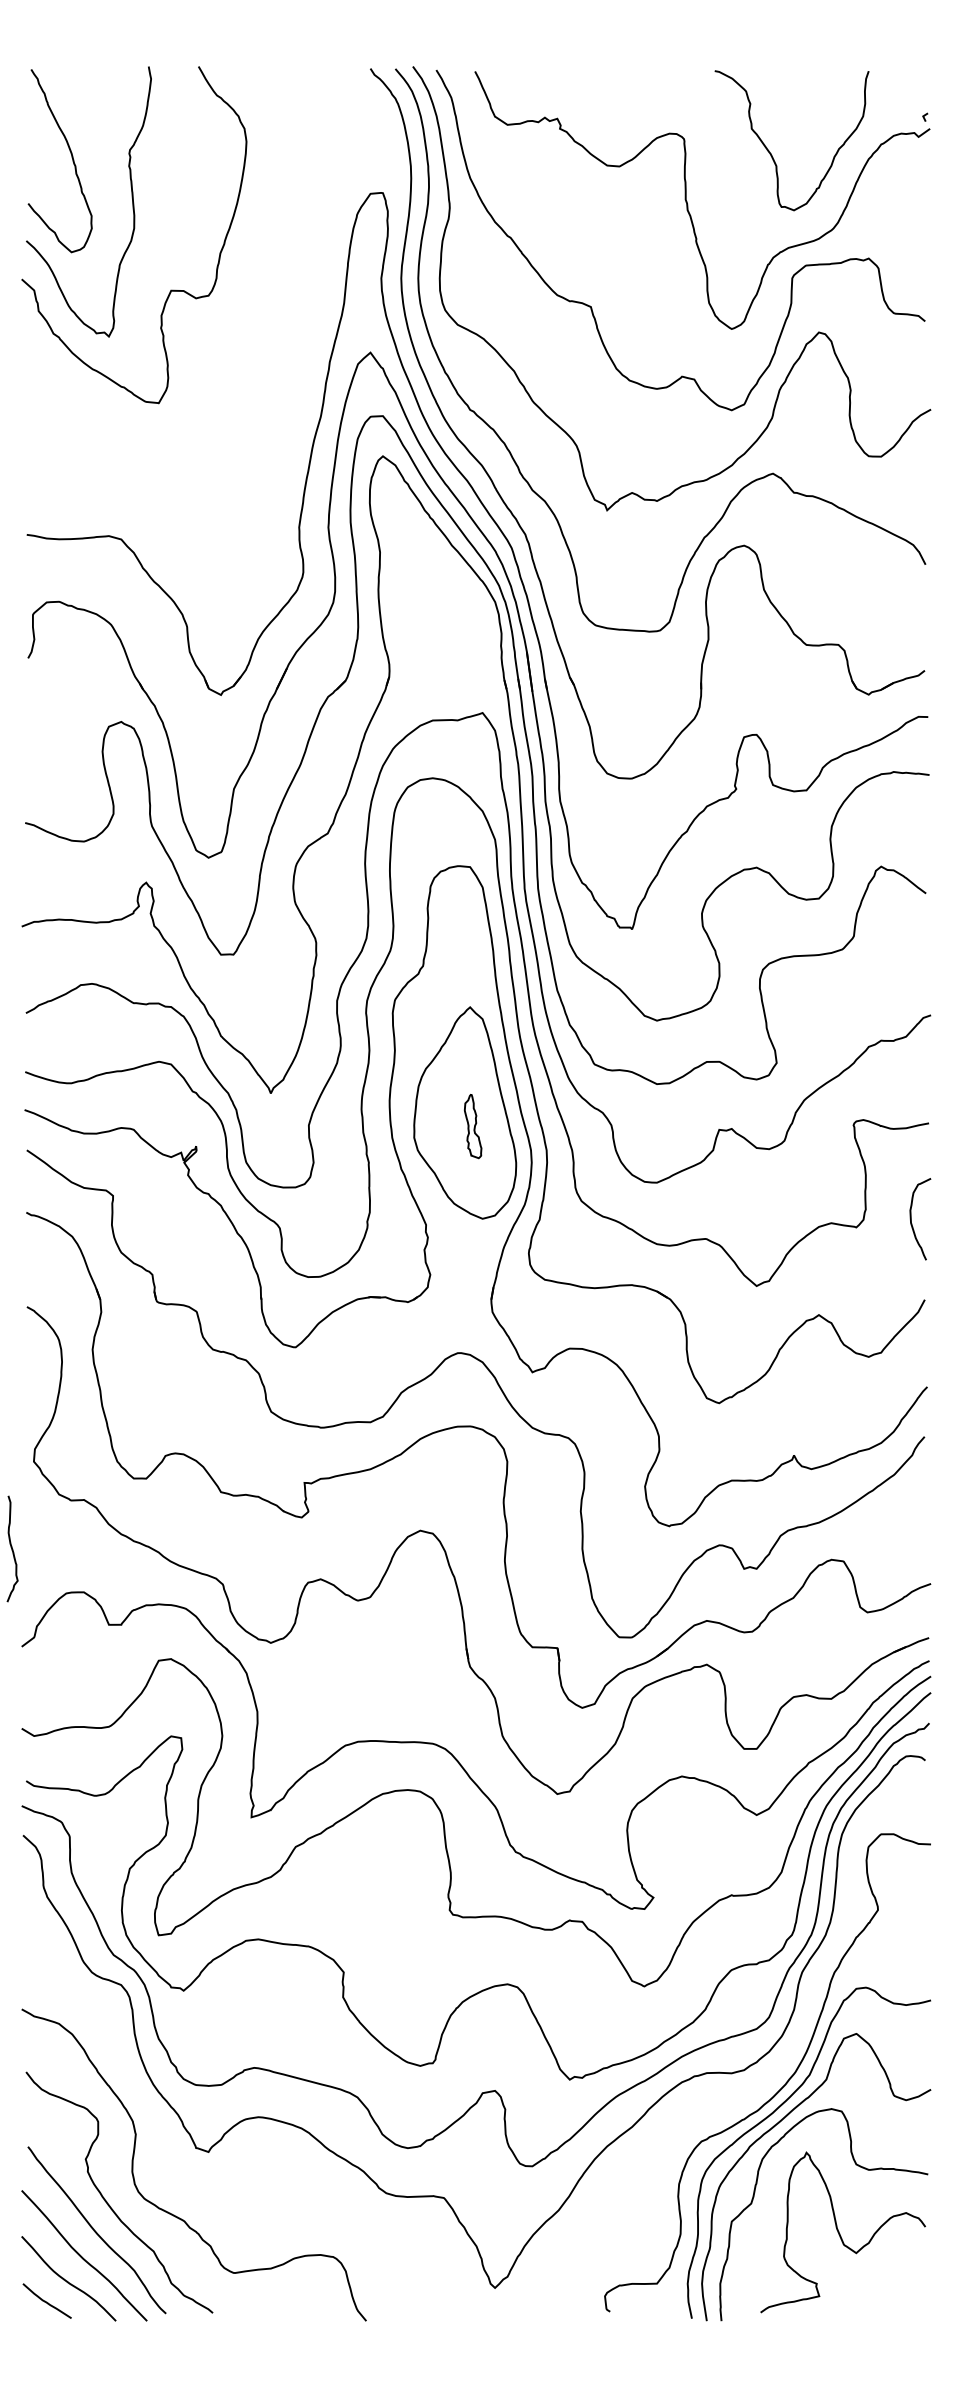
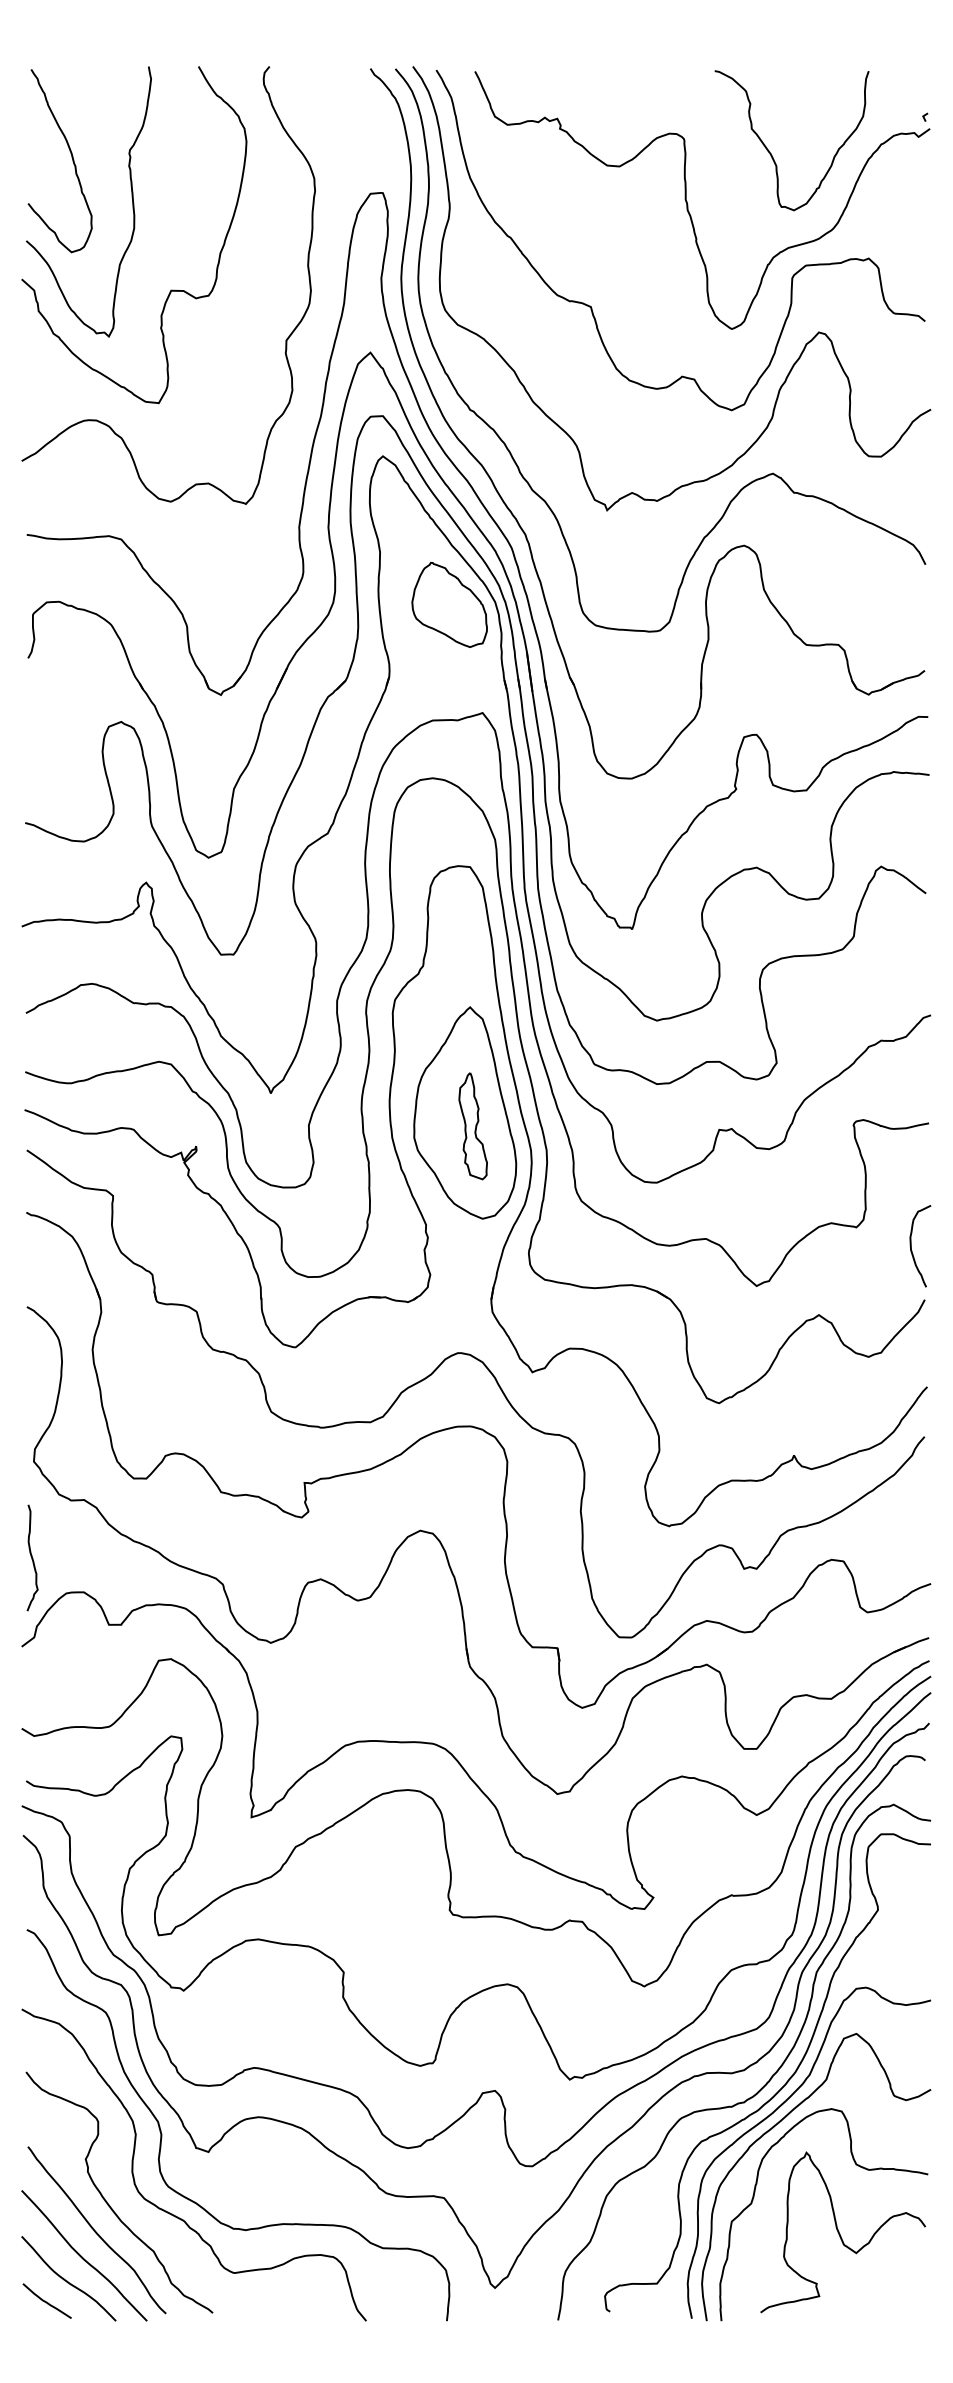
curve at (285, 340): none -> present
part at (449, 604): none -> present
part at (473, 1126) size: 19x66 px -> 30x109 px
curve at (912, 1223) position: (912, 1223) -> (912, 1250)
curve at (12, 1548) position: (12, 1548) -> (32, 1557)
curve at (769, 2078): none -> present
curve at (162, 2133): none -> present
